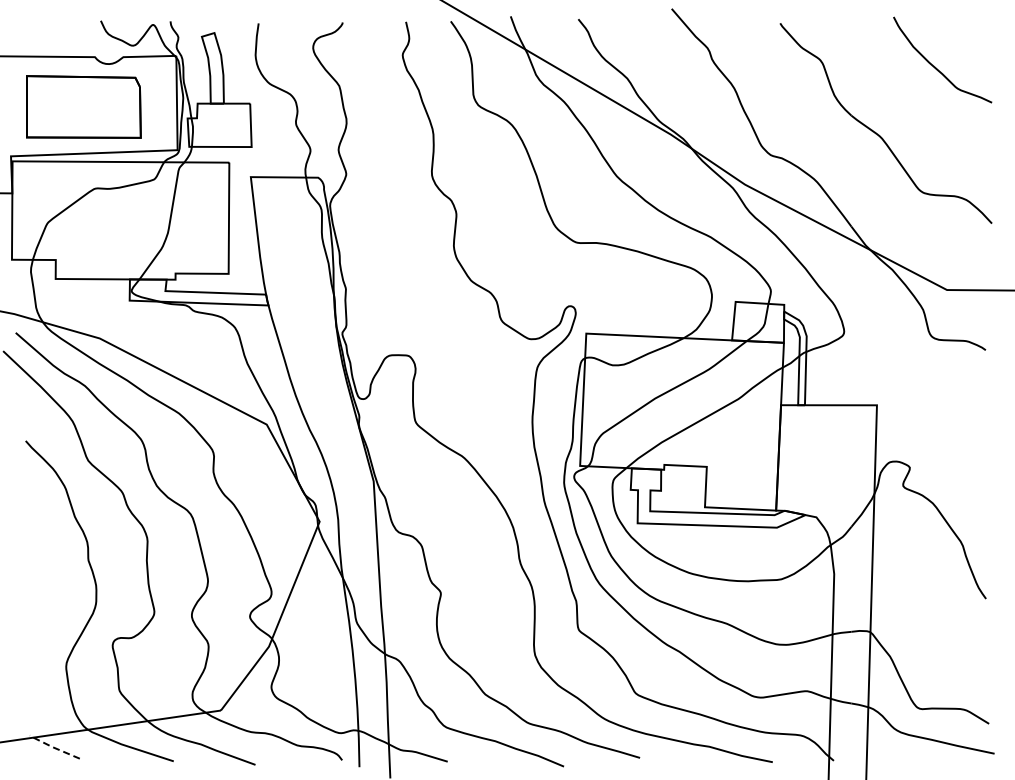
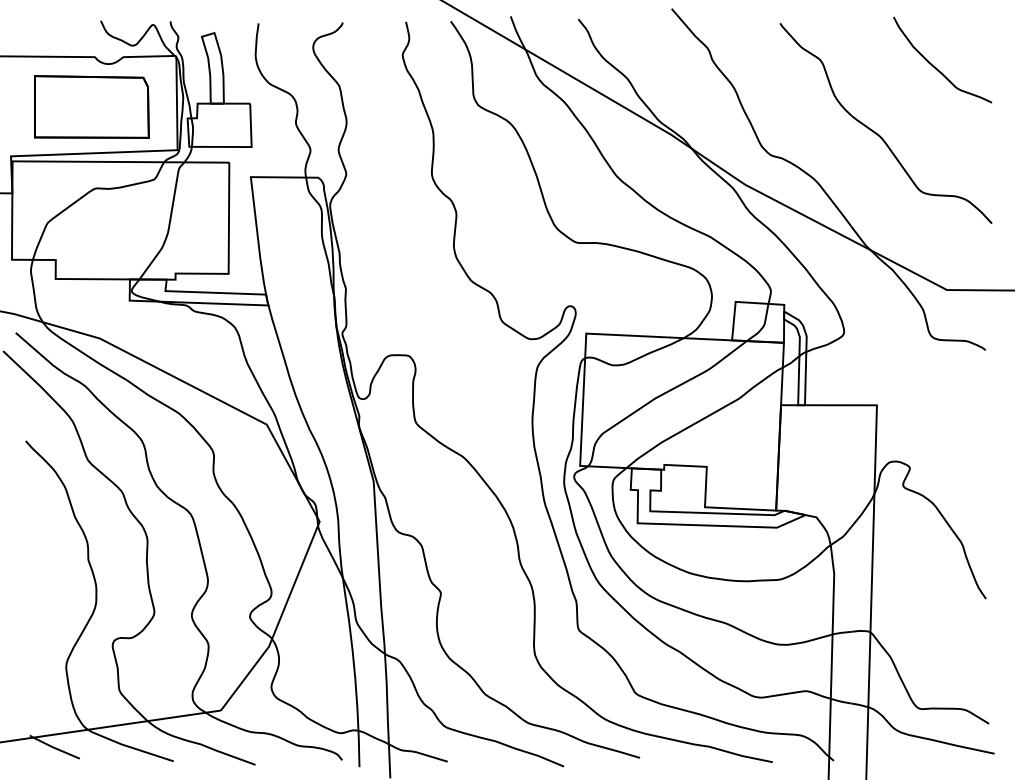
part at (83, 106) position: (83, 106) -> (91, 106)
line at (53, 747): dashed -> solid
